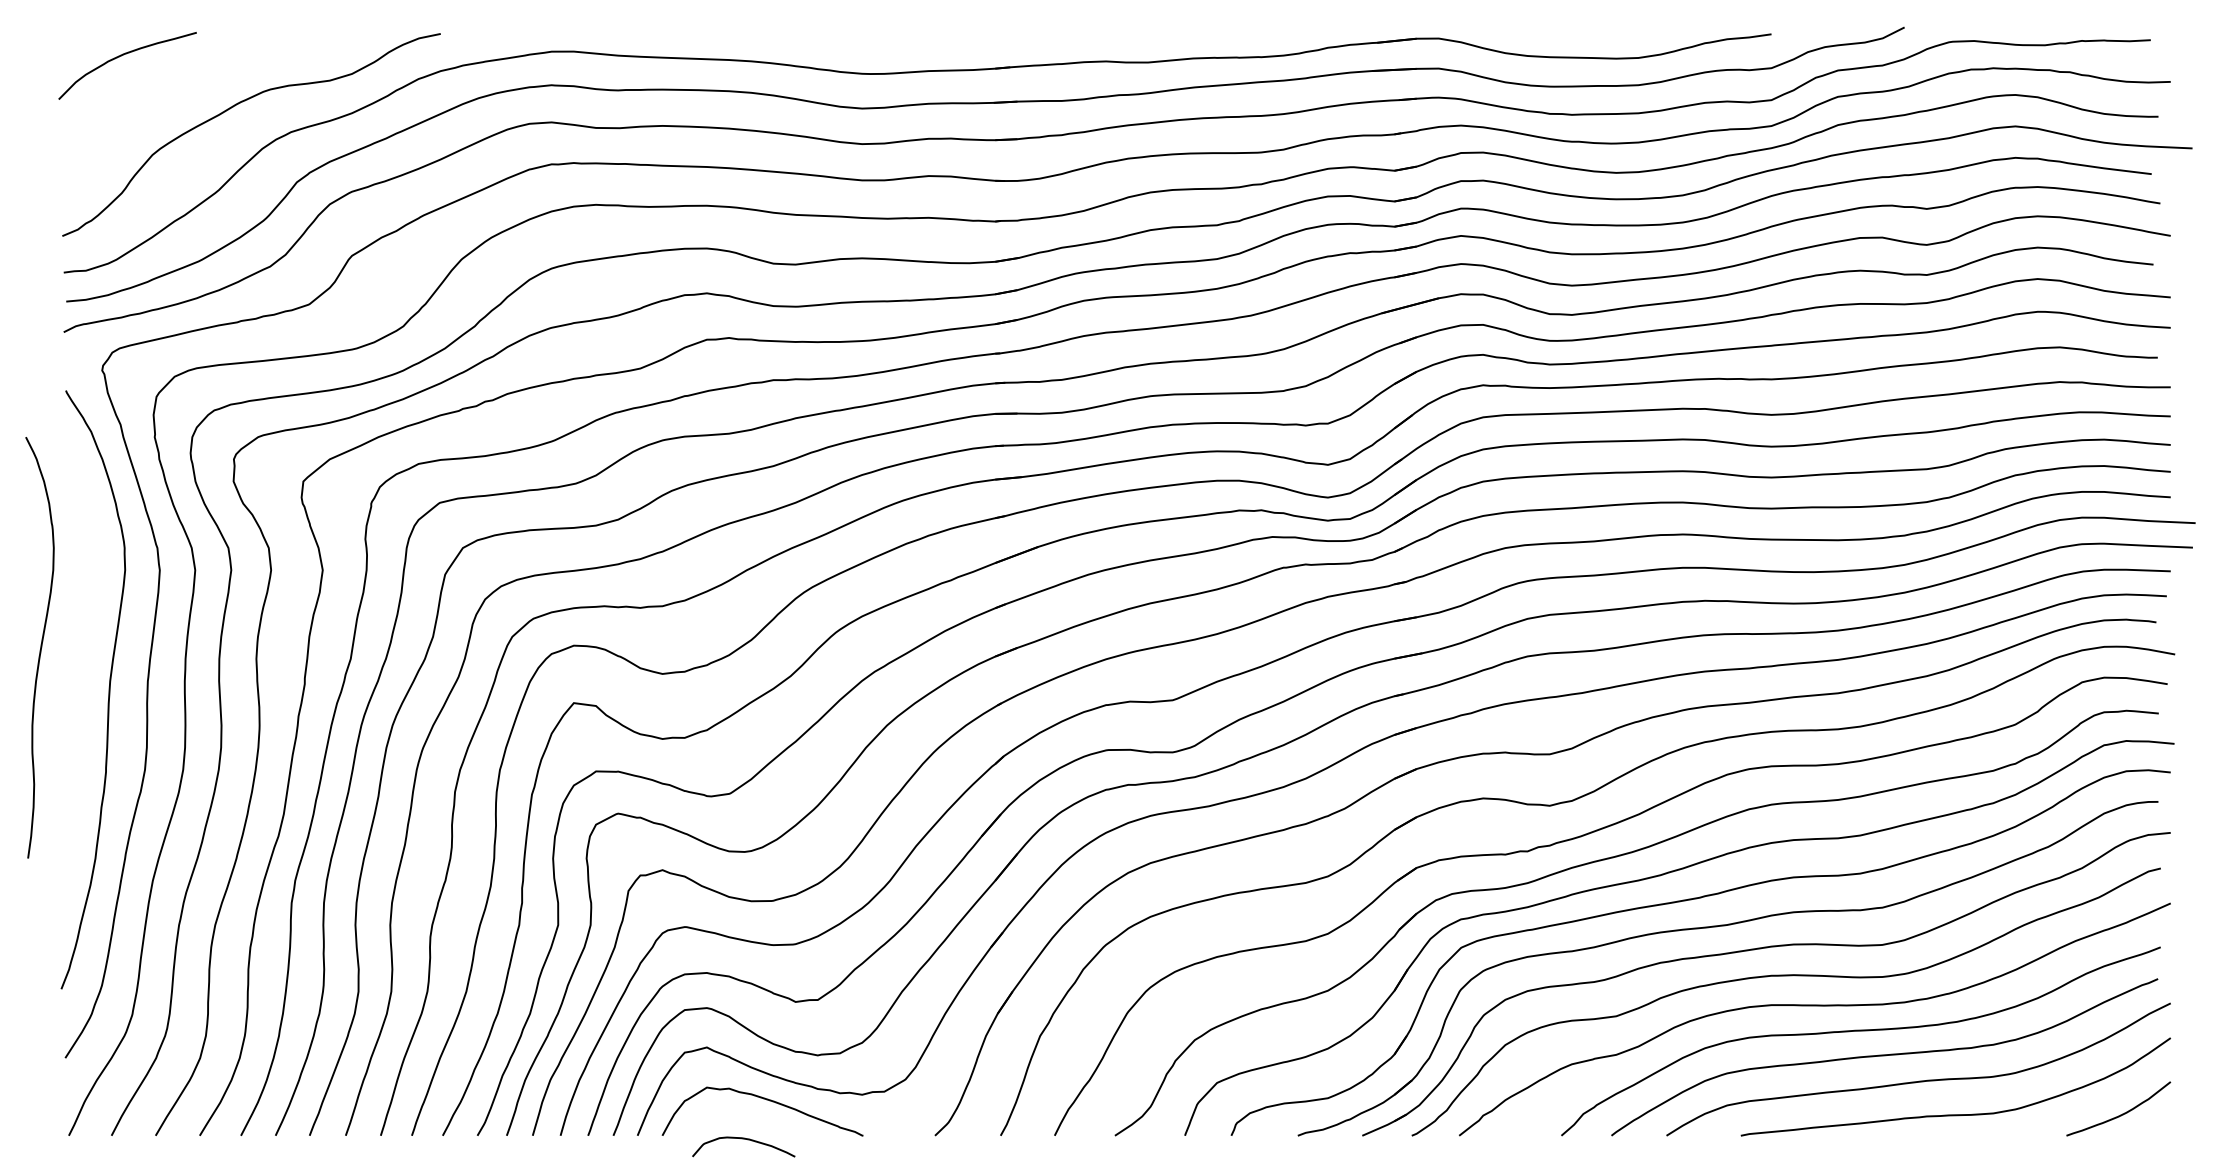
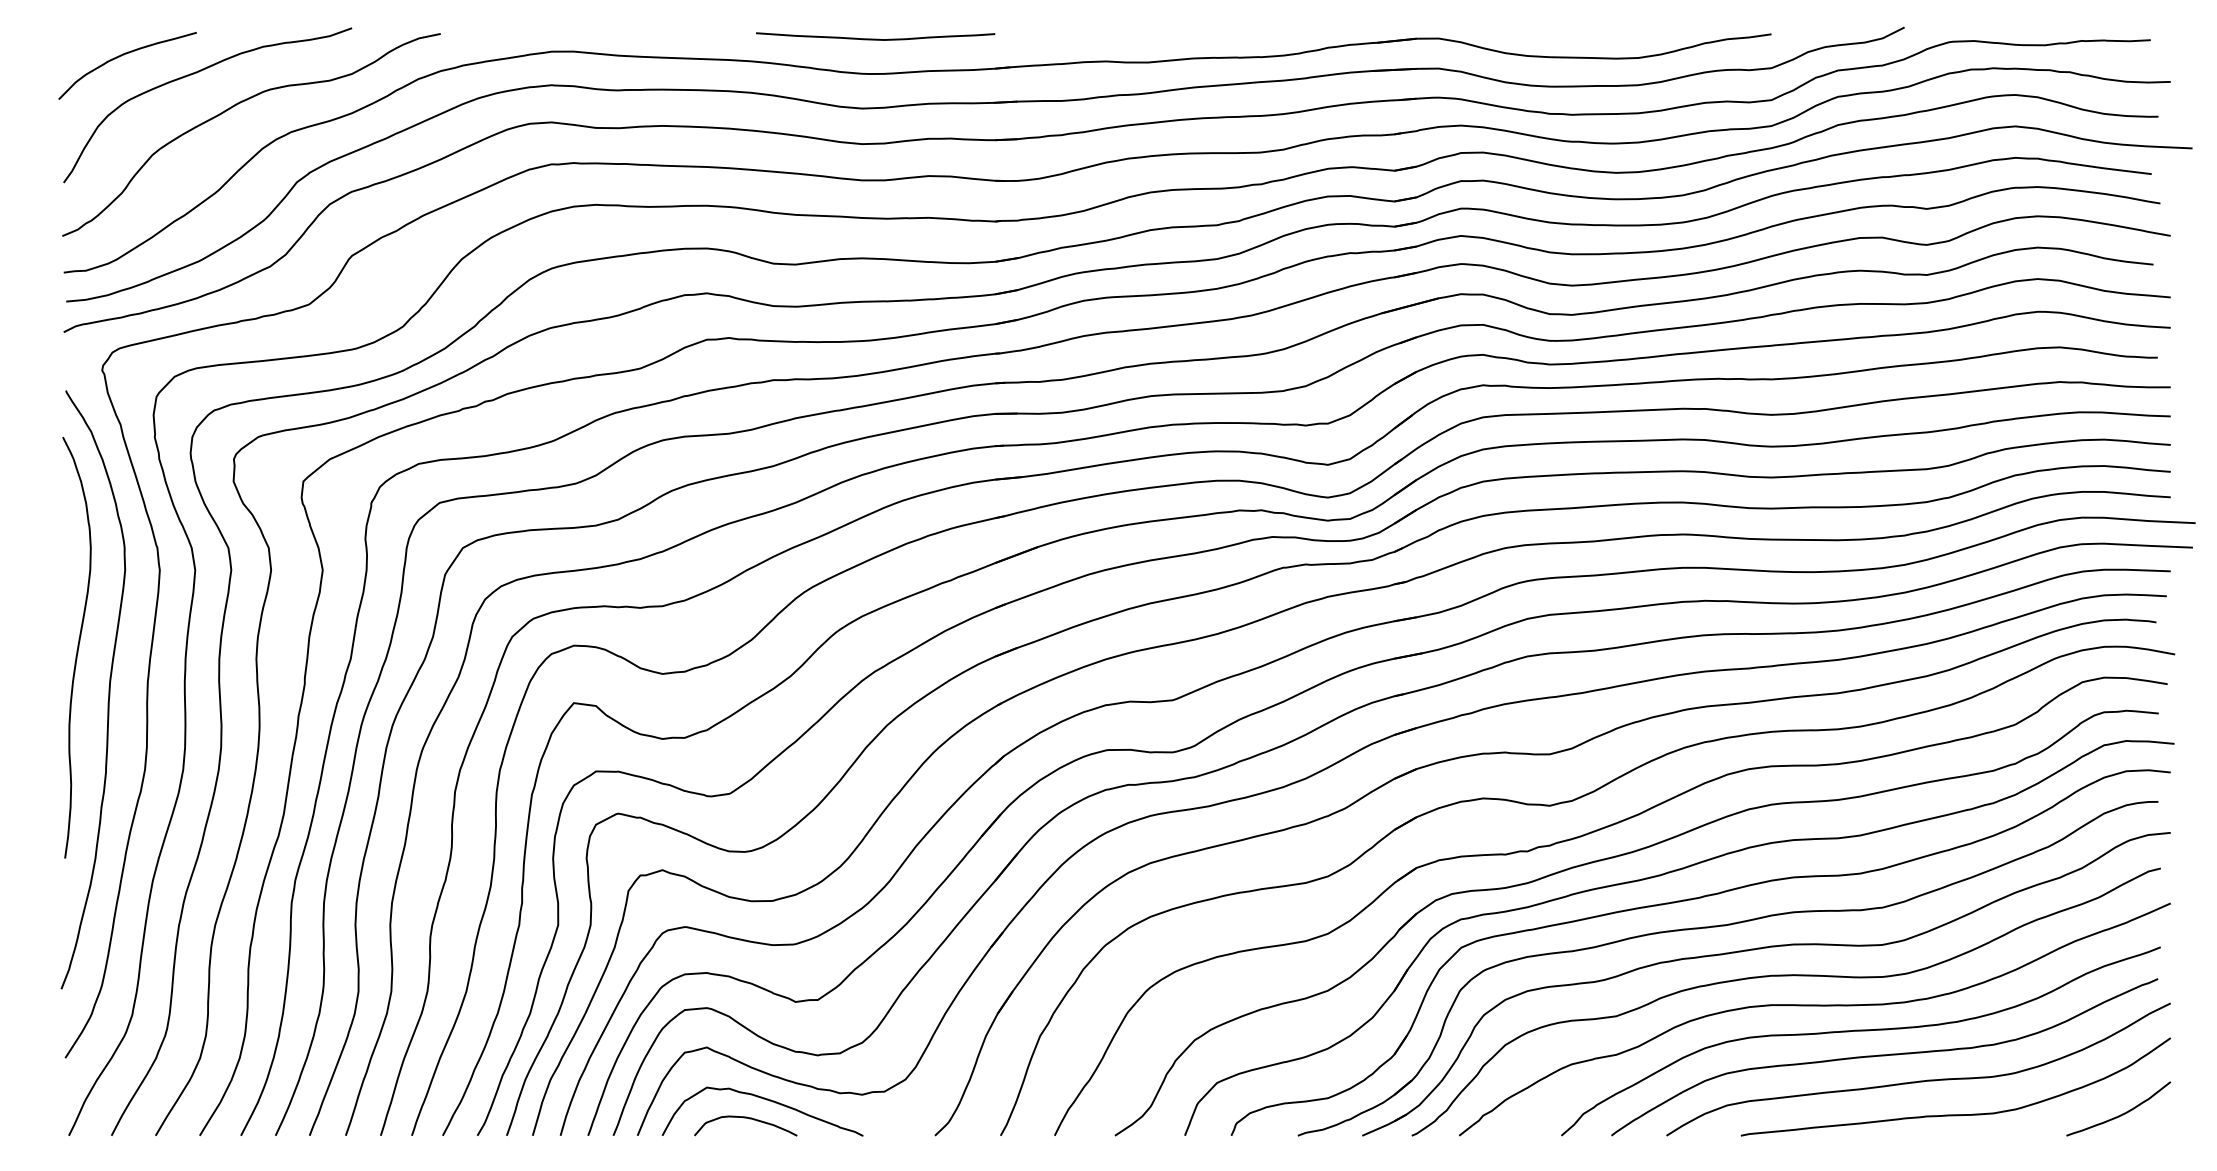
curve at (875, 38): none -> present
curve at (194, 74): none -> present
curve at (40, 647) position: (40, 647) -> (77, 647)
curve at (743, 1139) position: (743, 1139) -> (745, 1118)
